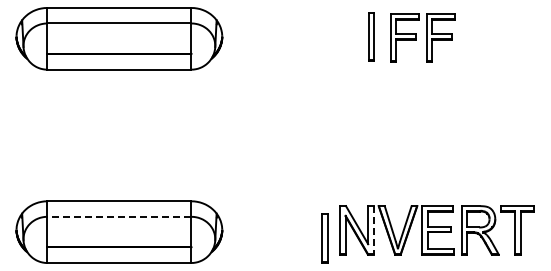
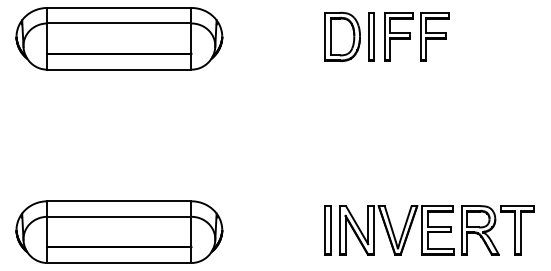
part at (342, 36): none -> present
part at (422, 37) position: (422, 37) -> (416, 36)
line at (118, 216): dashed -> solid
line at (373, 230): dashed -> solid
part at (324, 238) position: (324, 238) -> (327, 230)
